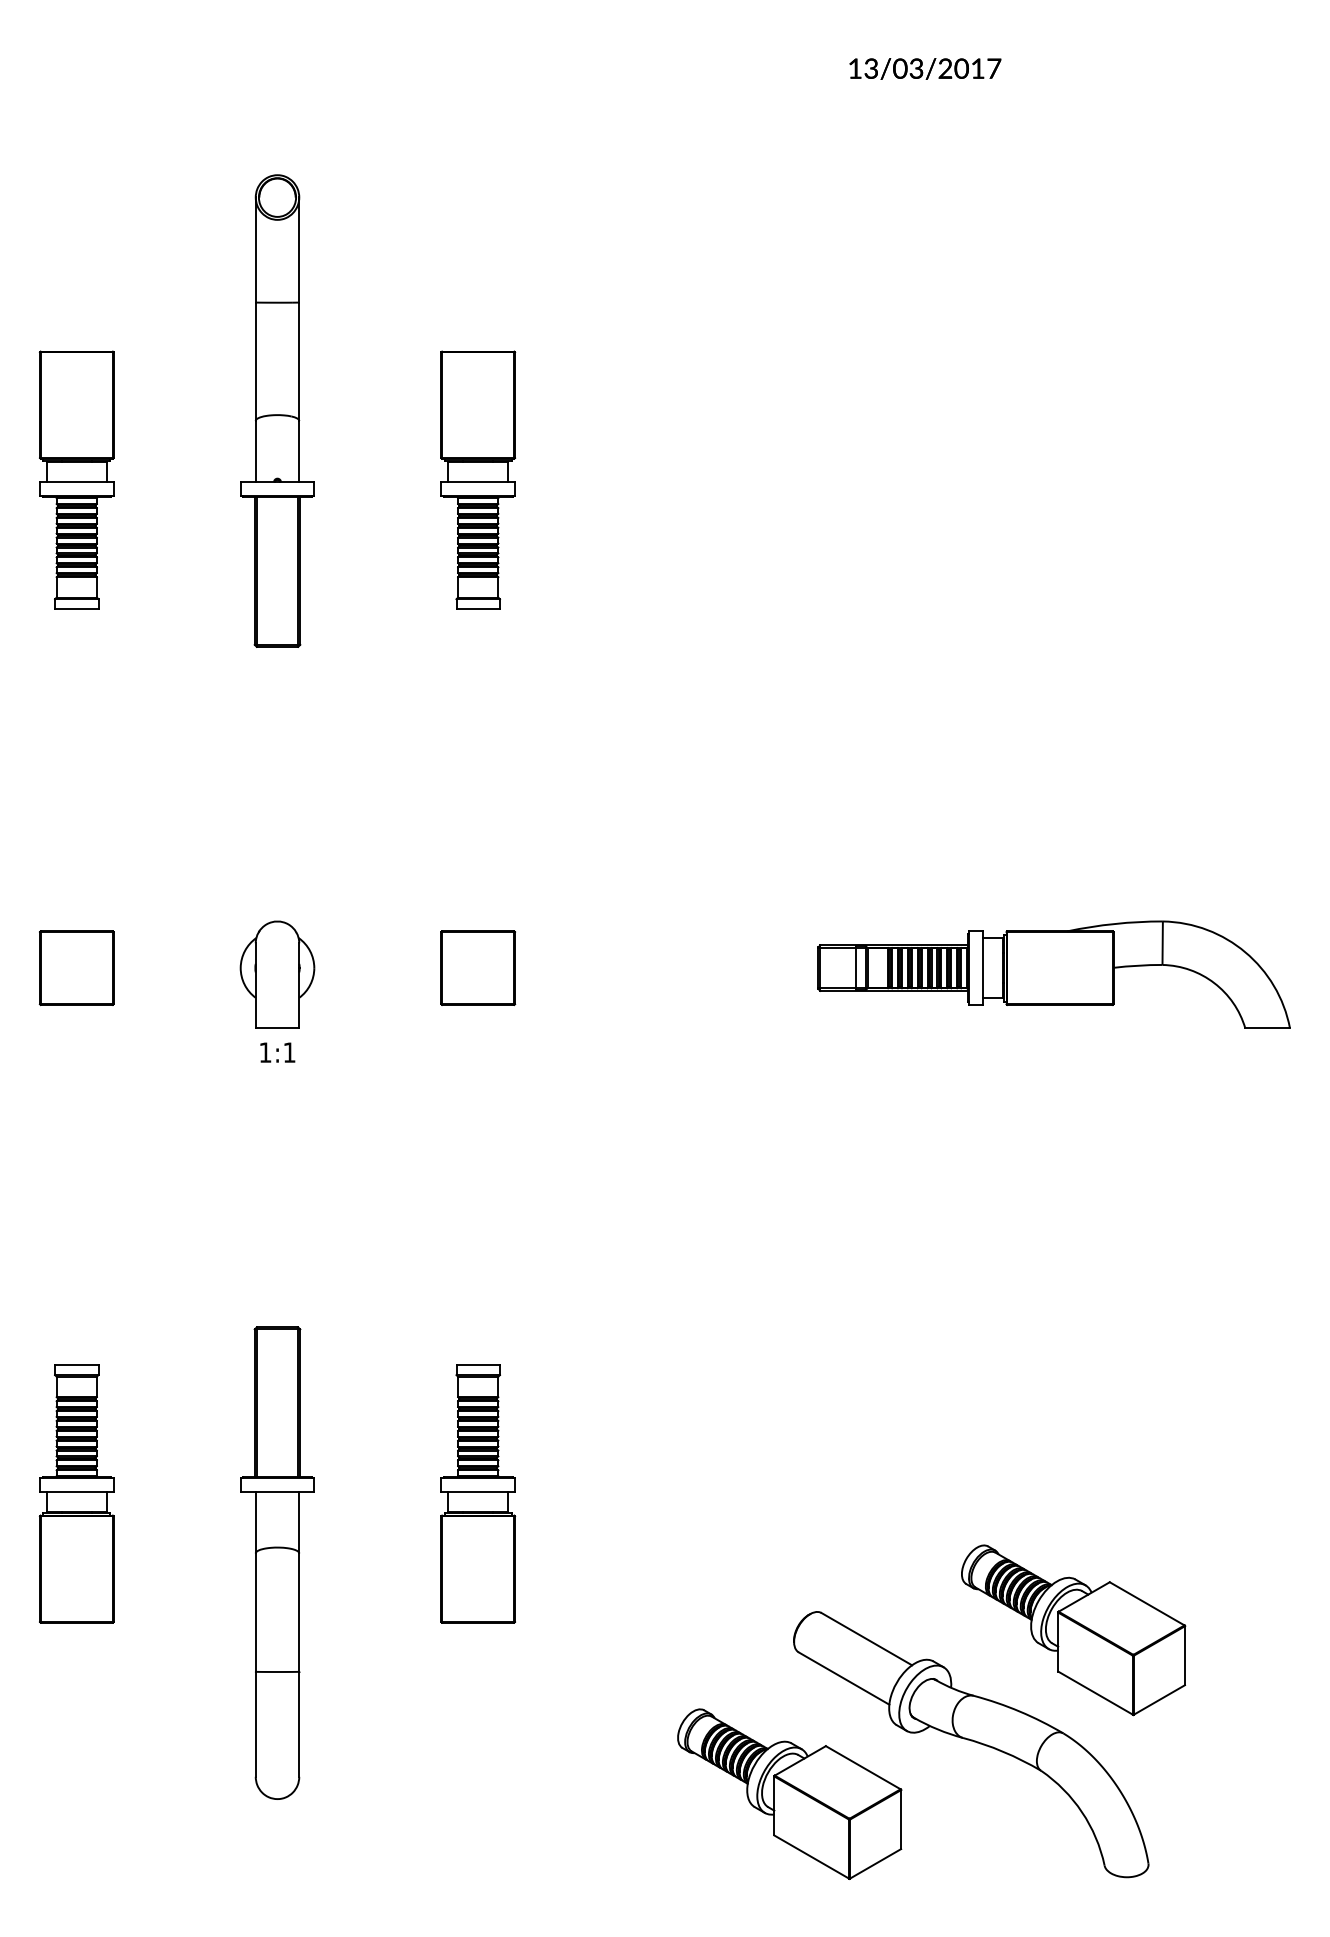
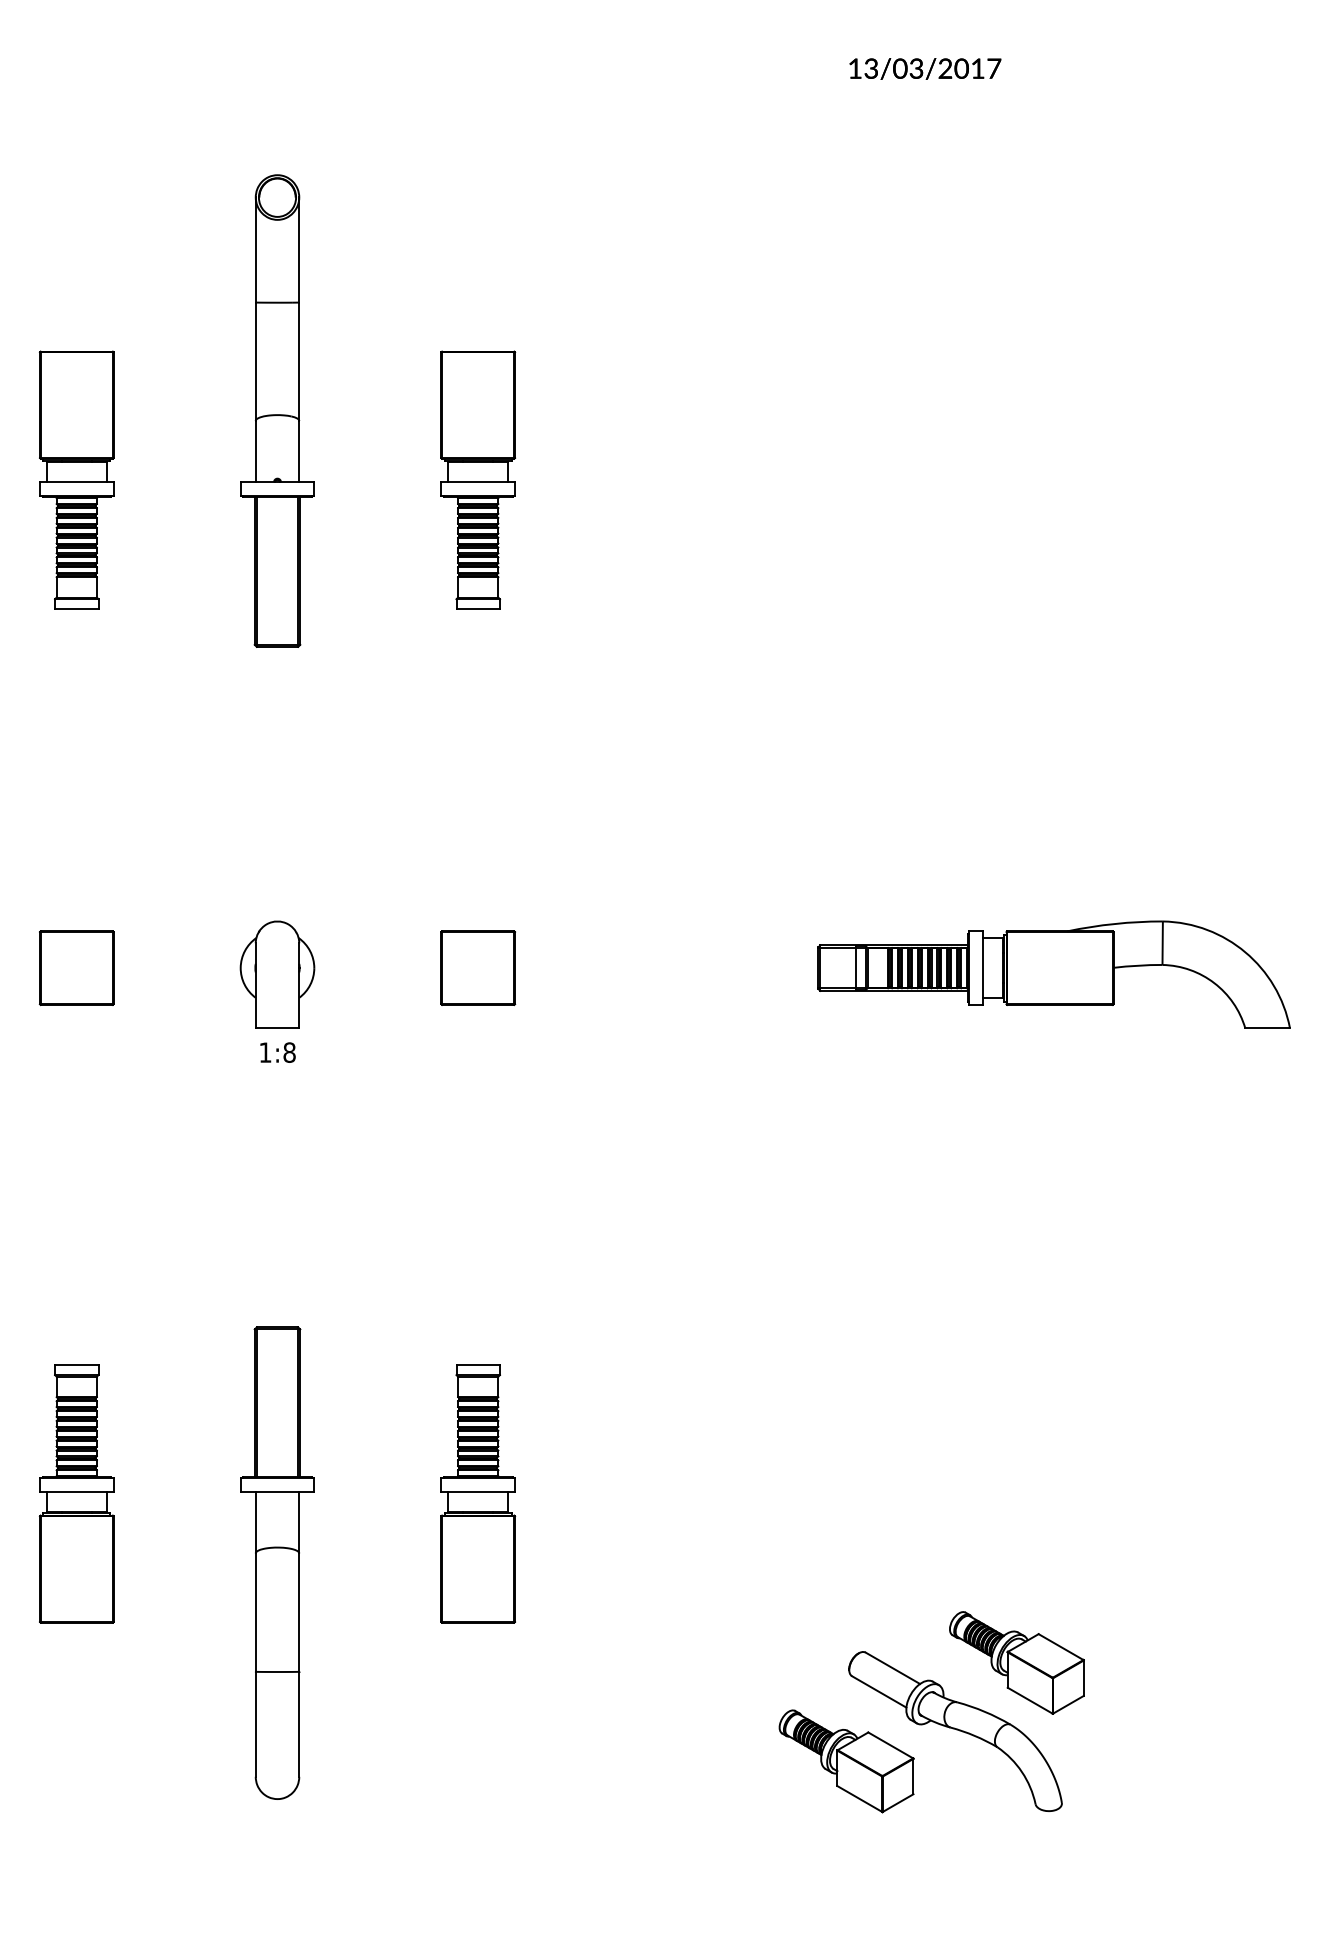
text at (289, 1052): 1:1 -> 1:8
part at (931, 1711) size: 510x336 px -> 307x203 px
